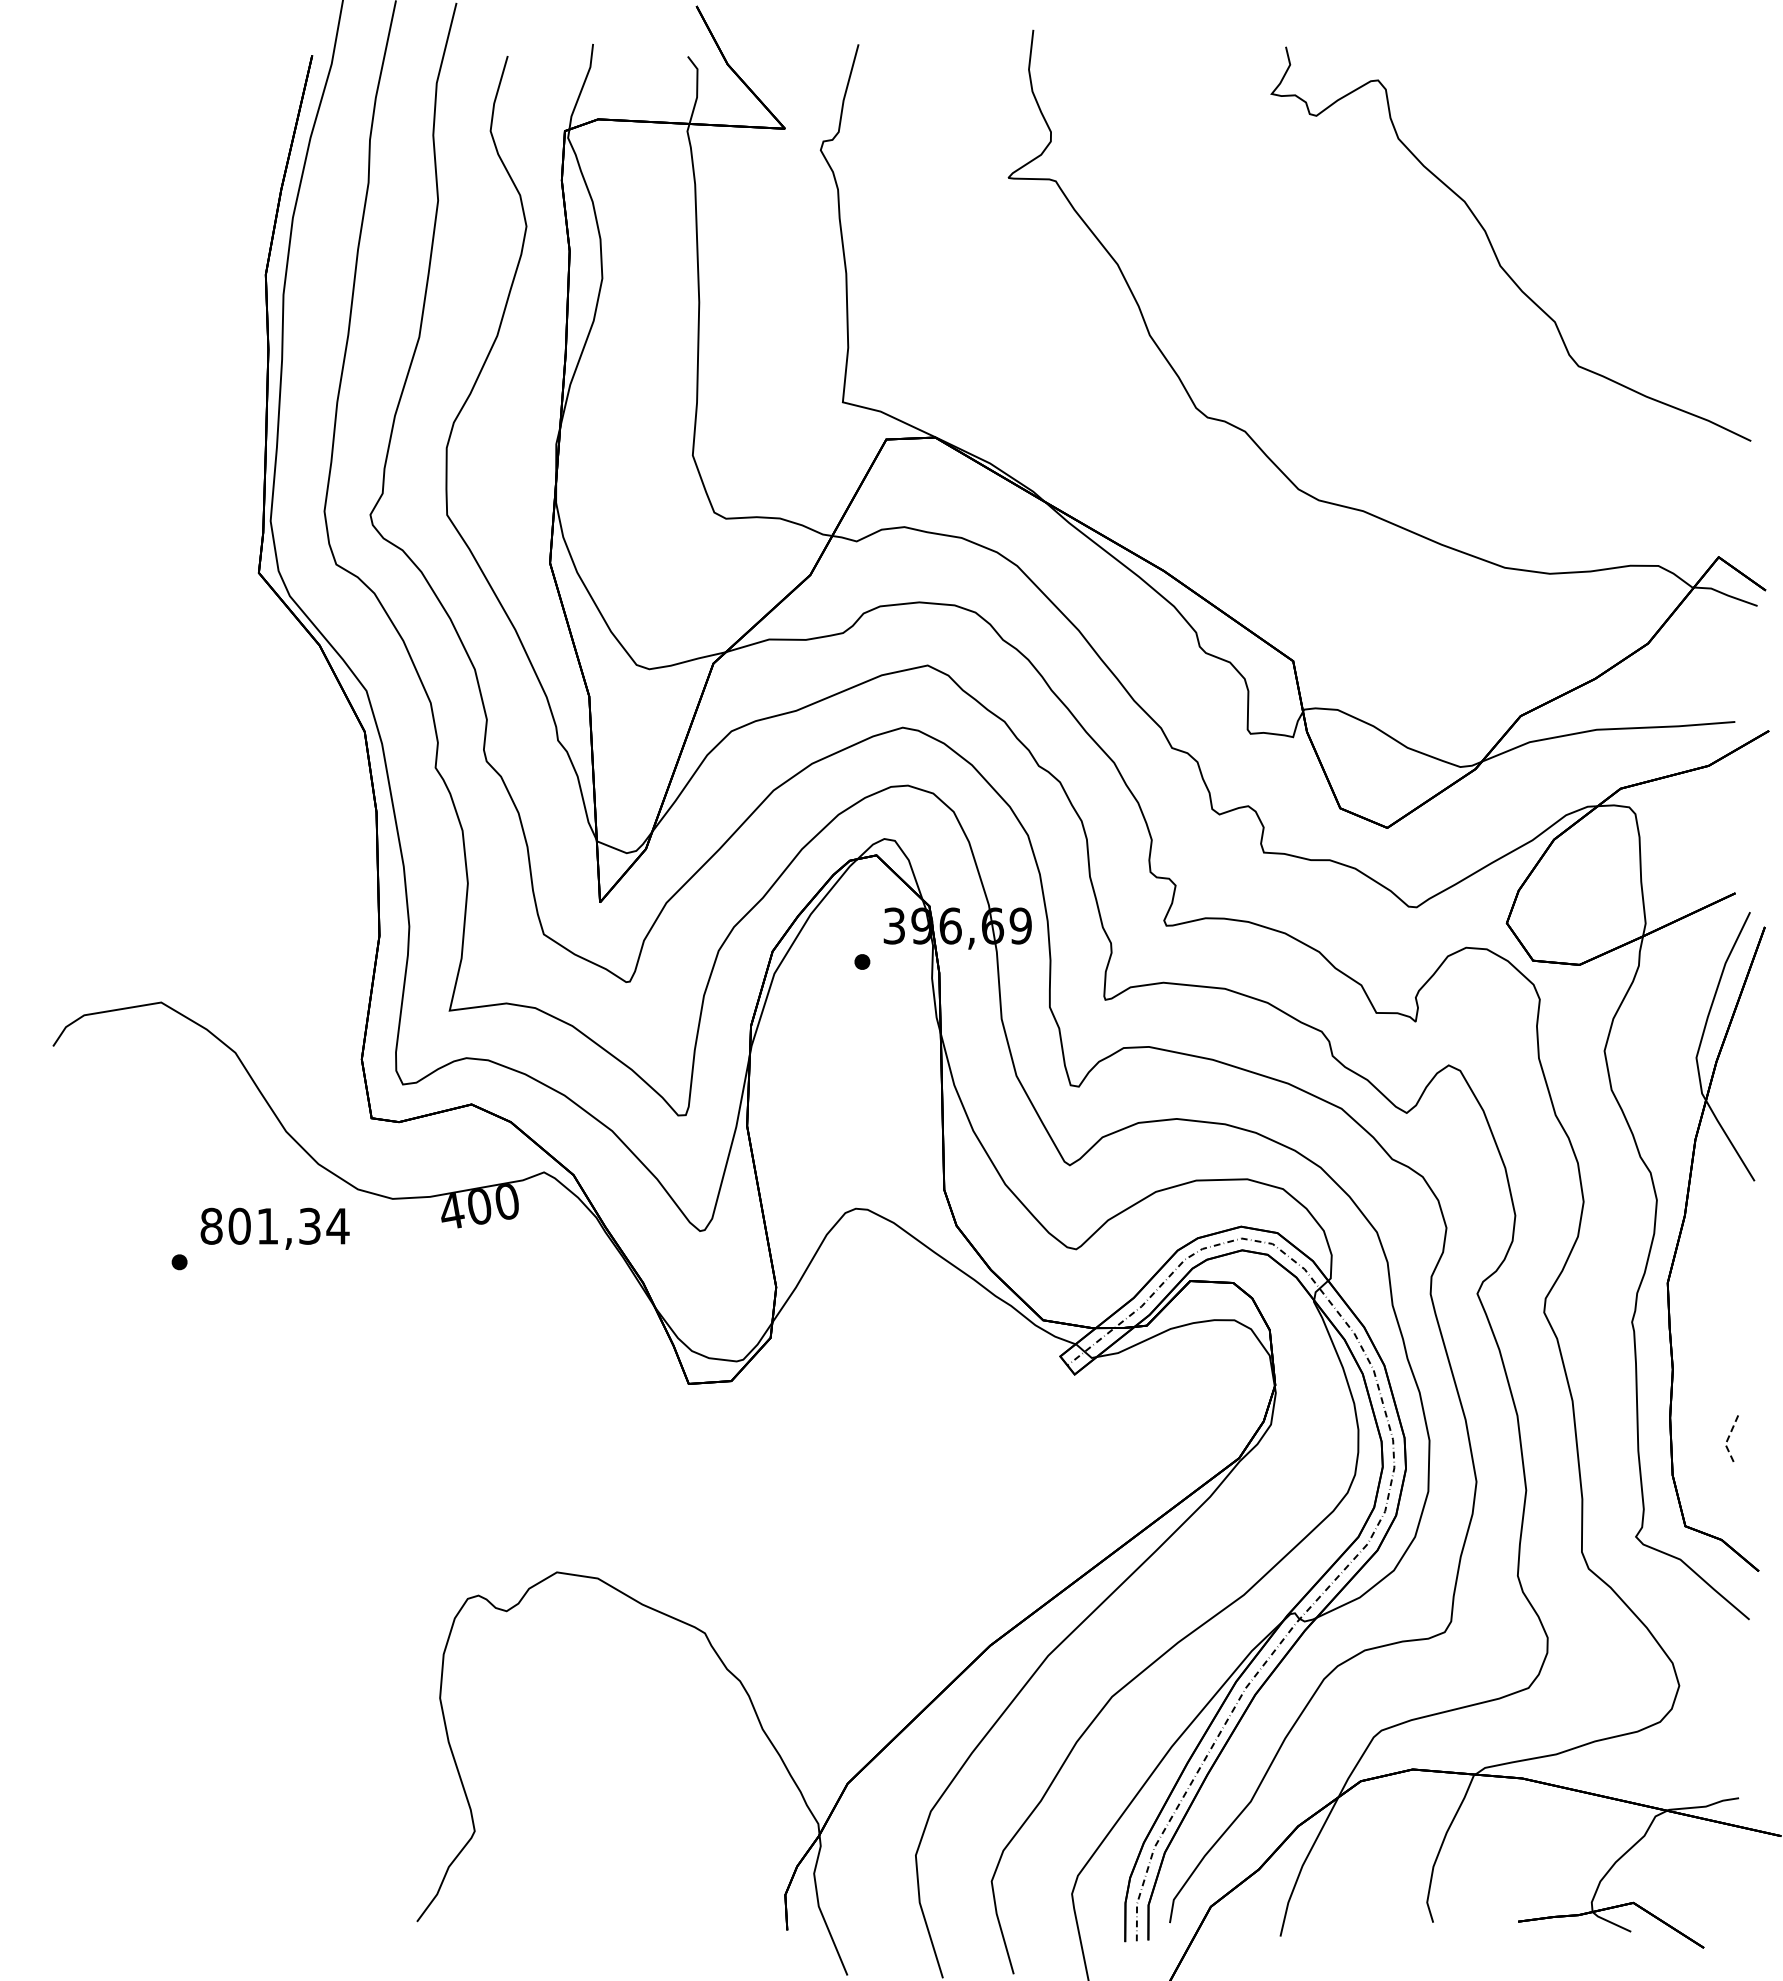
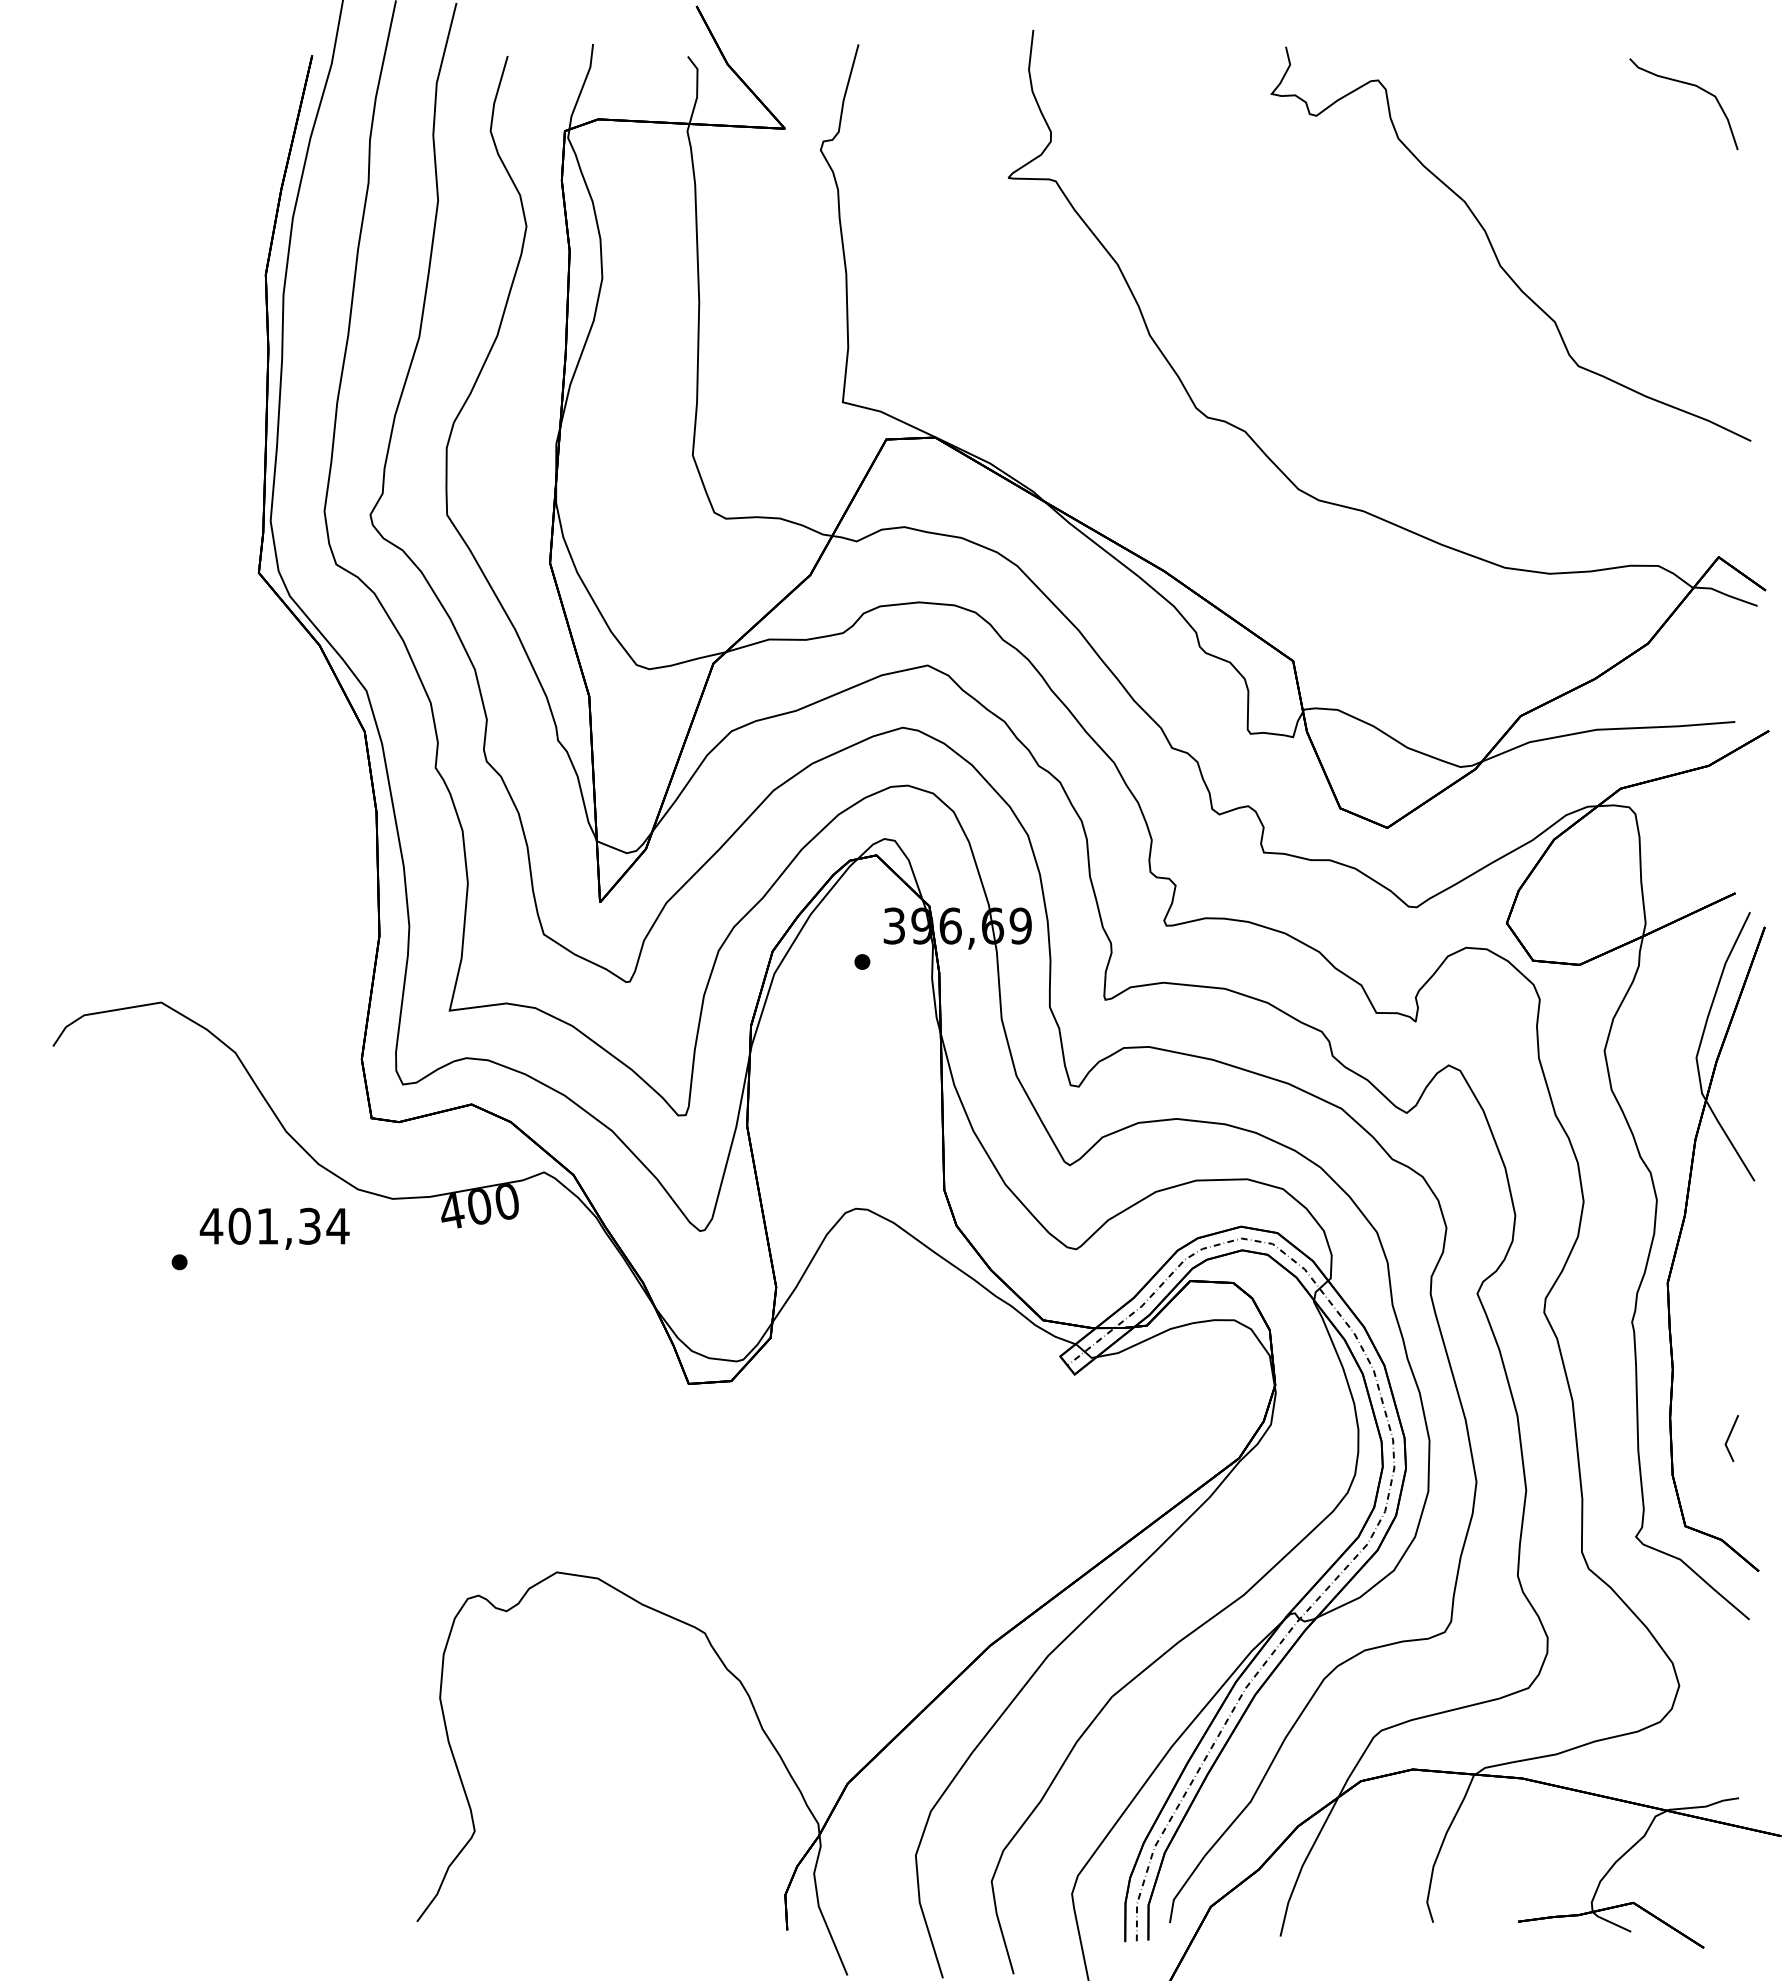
curve at (1686, 84): none -> present
text at (211, 1225): 801,34 -> 401,34
line at (1727, 1439): dashed -> solid
